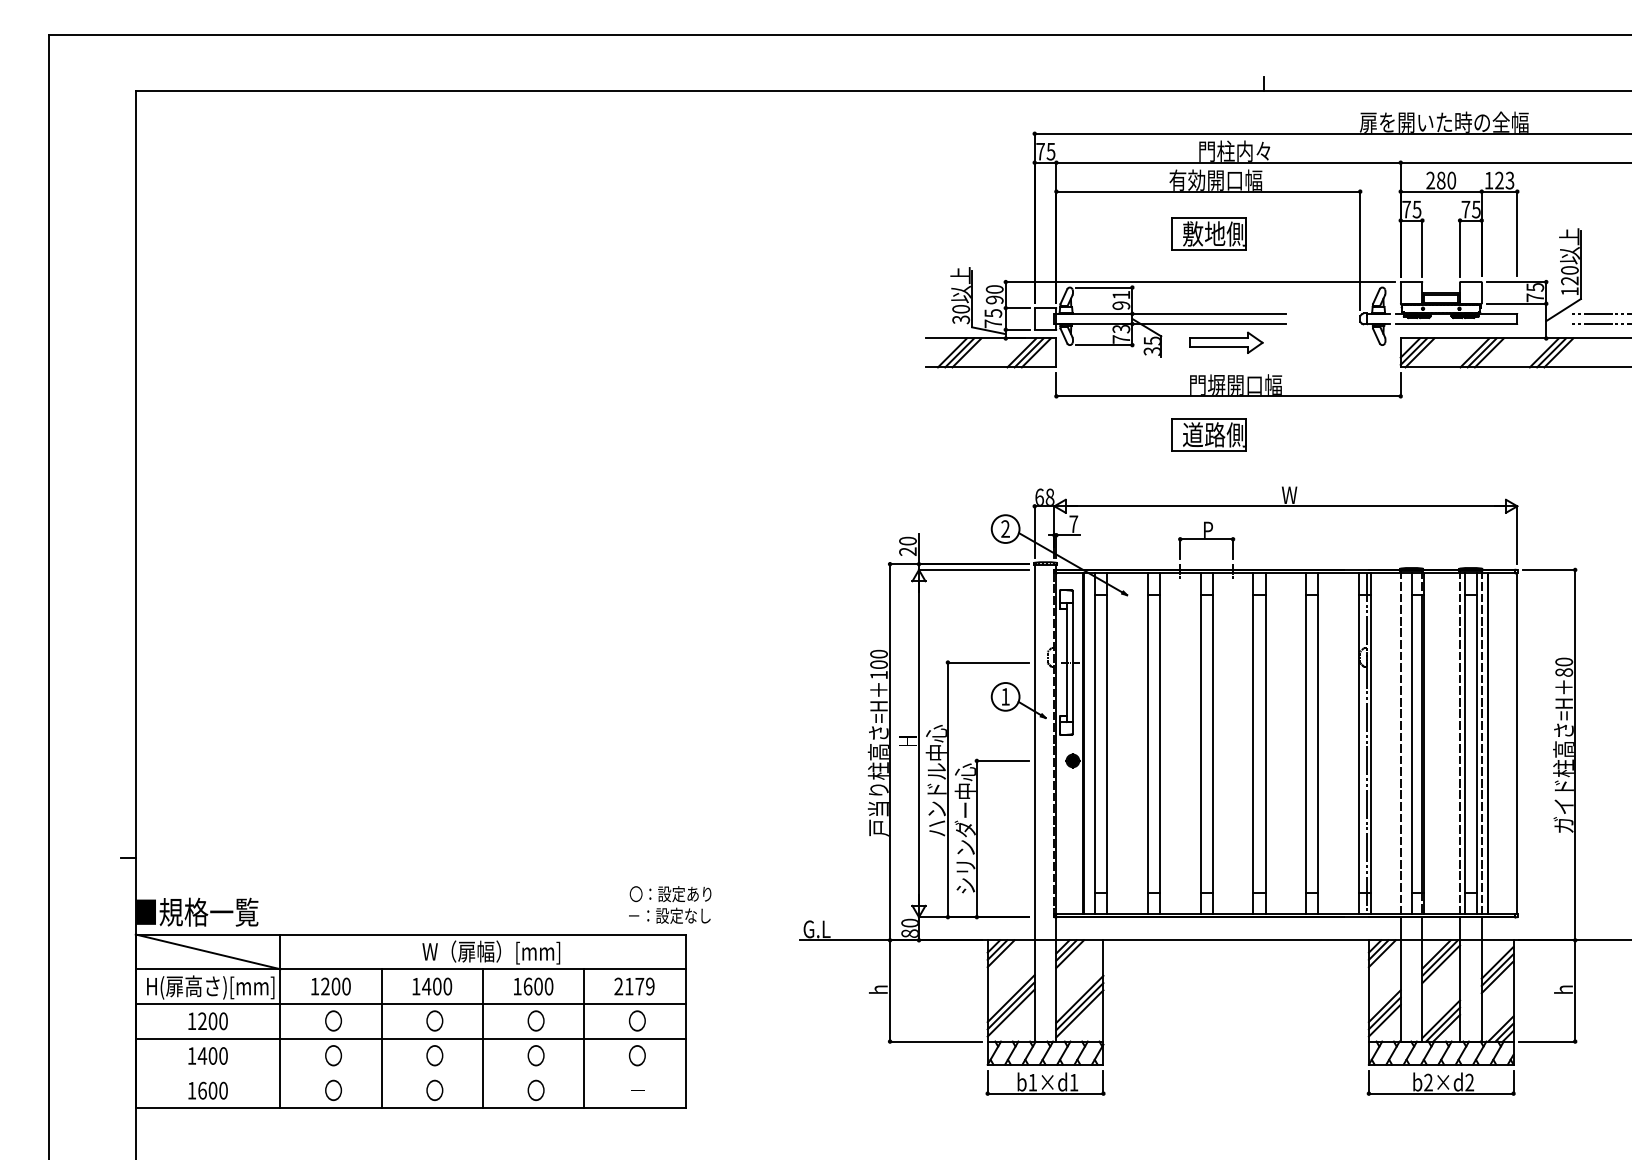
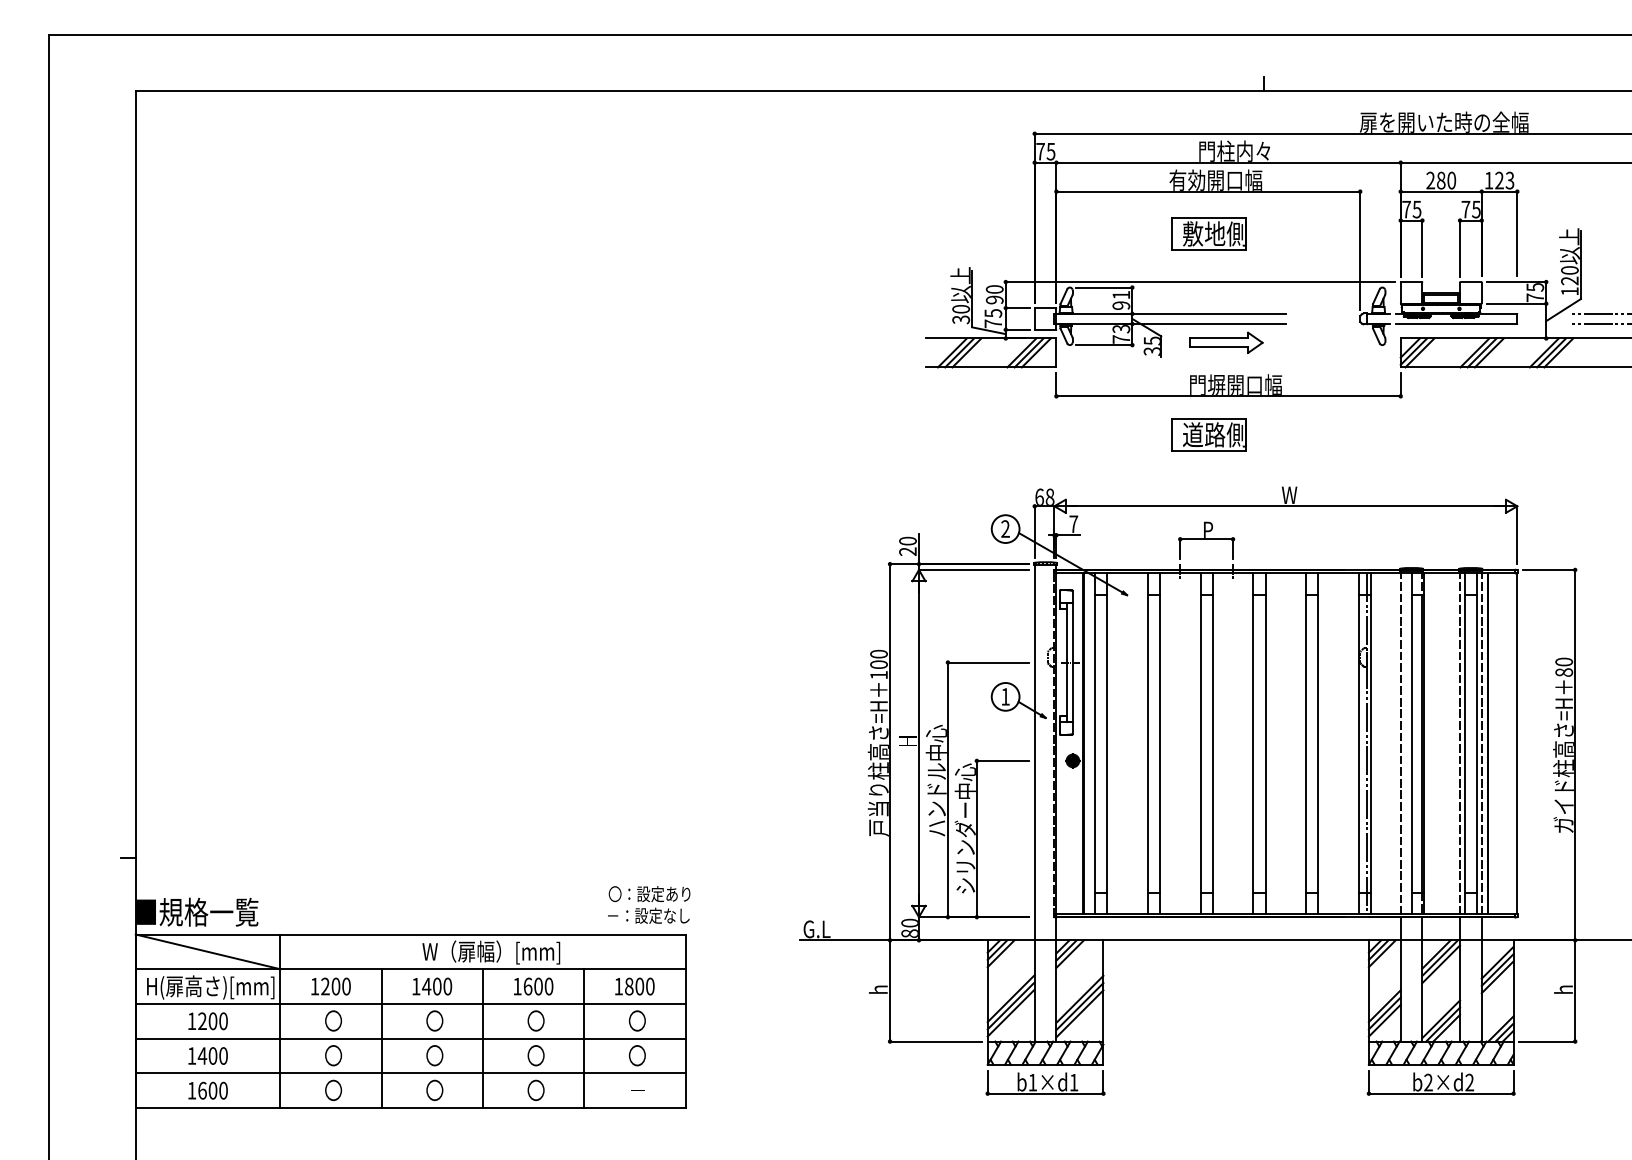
text at (670, 904) position: (670, 904) -> (649, 904)
text at (634, 986): 2179 -> 1800
line at (410, 1073): none -> present
